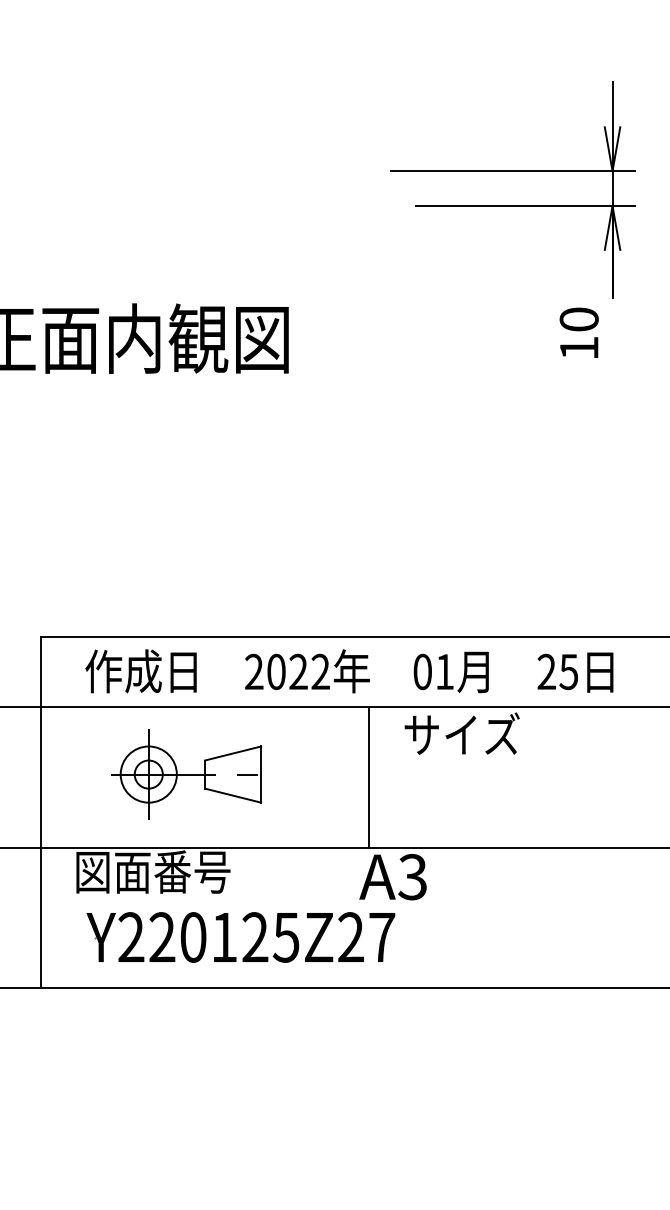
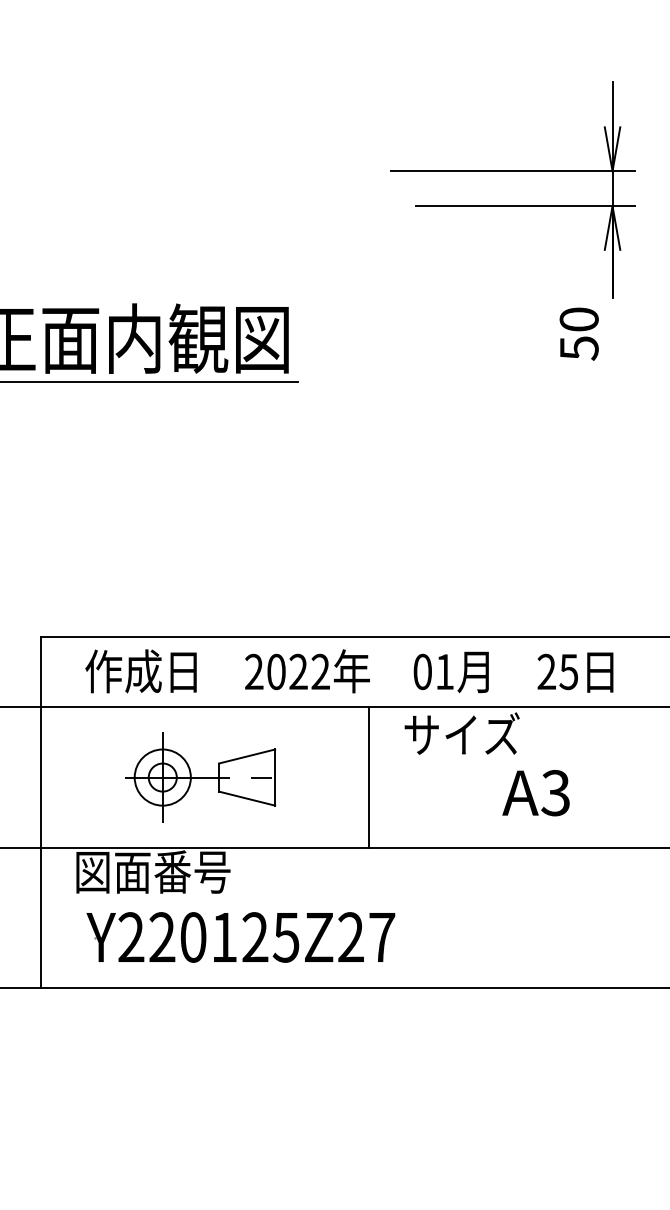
text at (579, 348): 10 -> 50
line at (150, 381): none -> present
part at (186, 774) position: (186, 774) -> (200, 777)
text at (392, 877) position: (392, 877) -> (535, 793)
